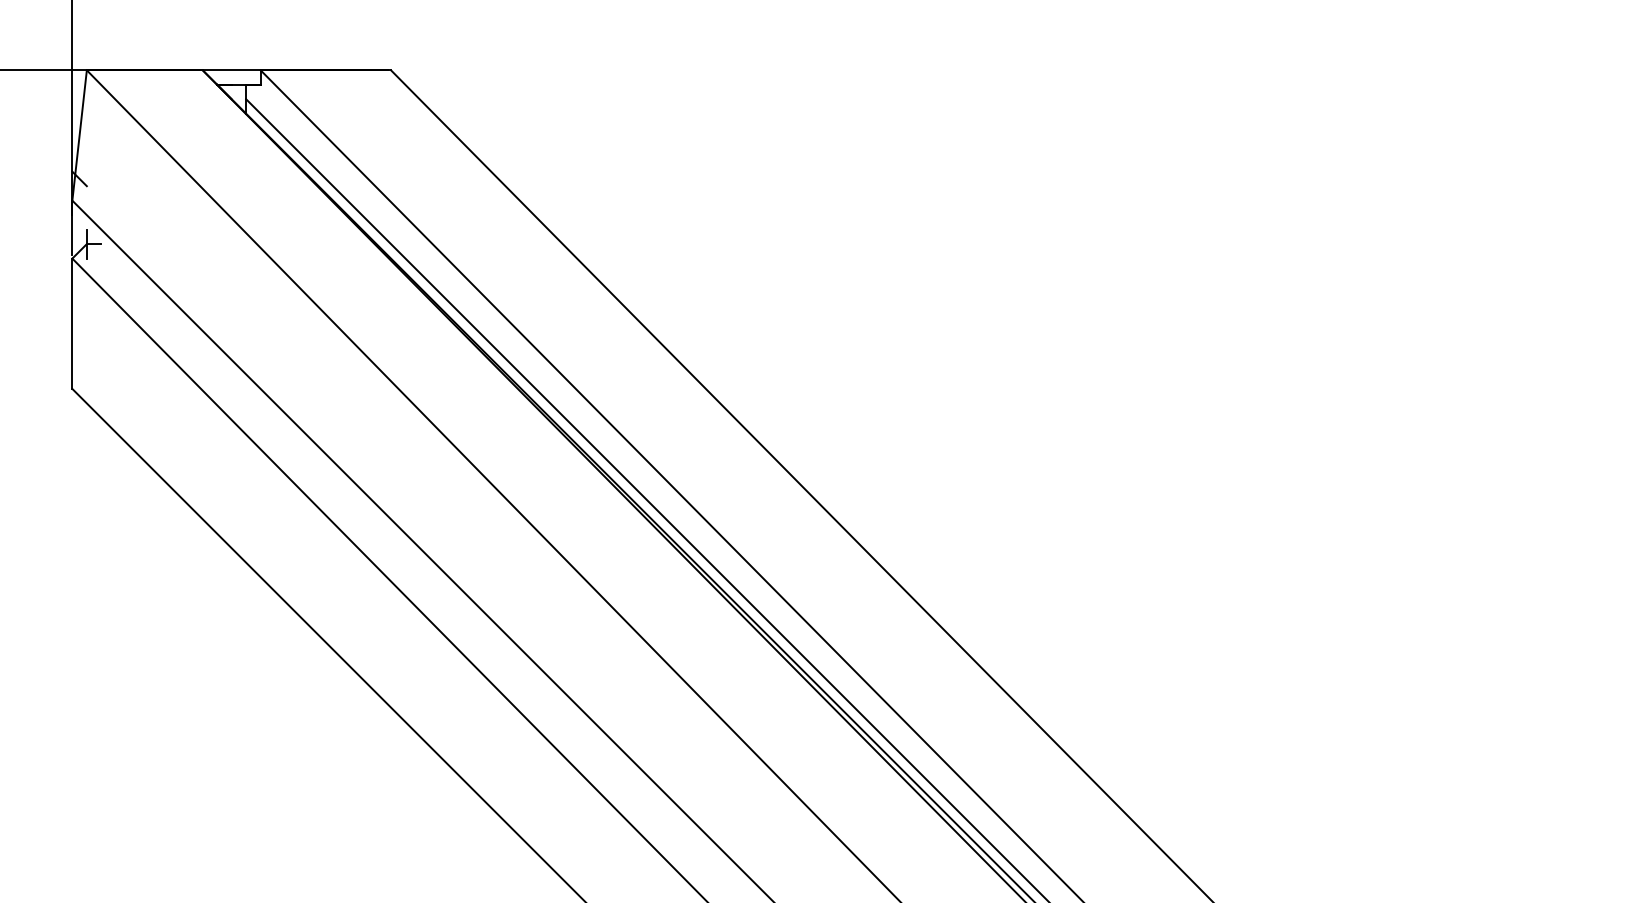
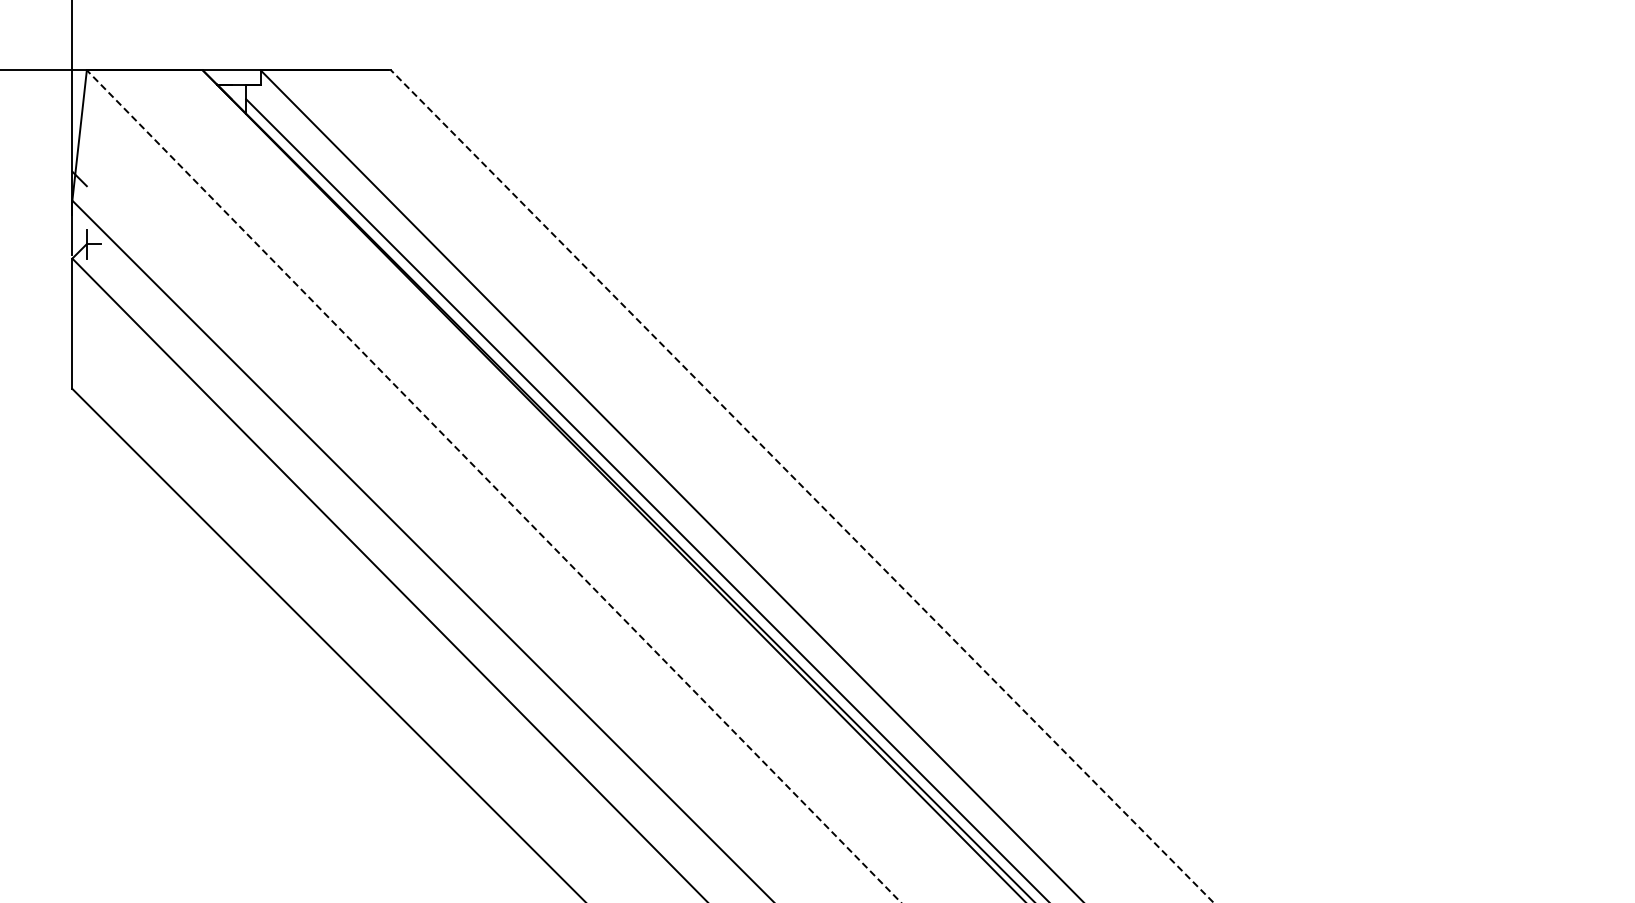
line at (493, 486): solid -> dashed
line at (802, 486): solid -> dashed
